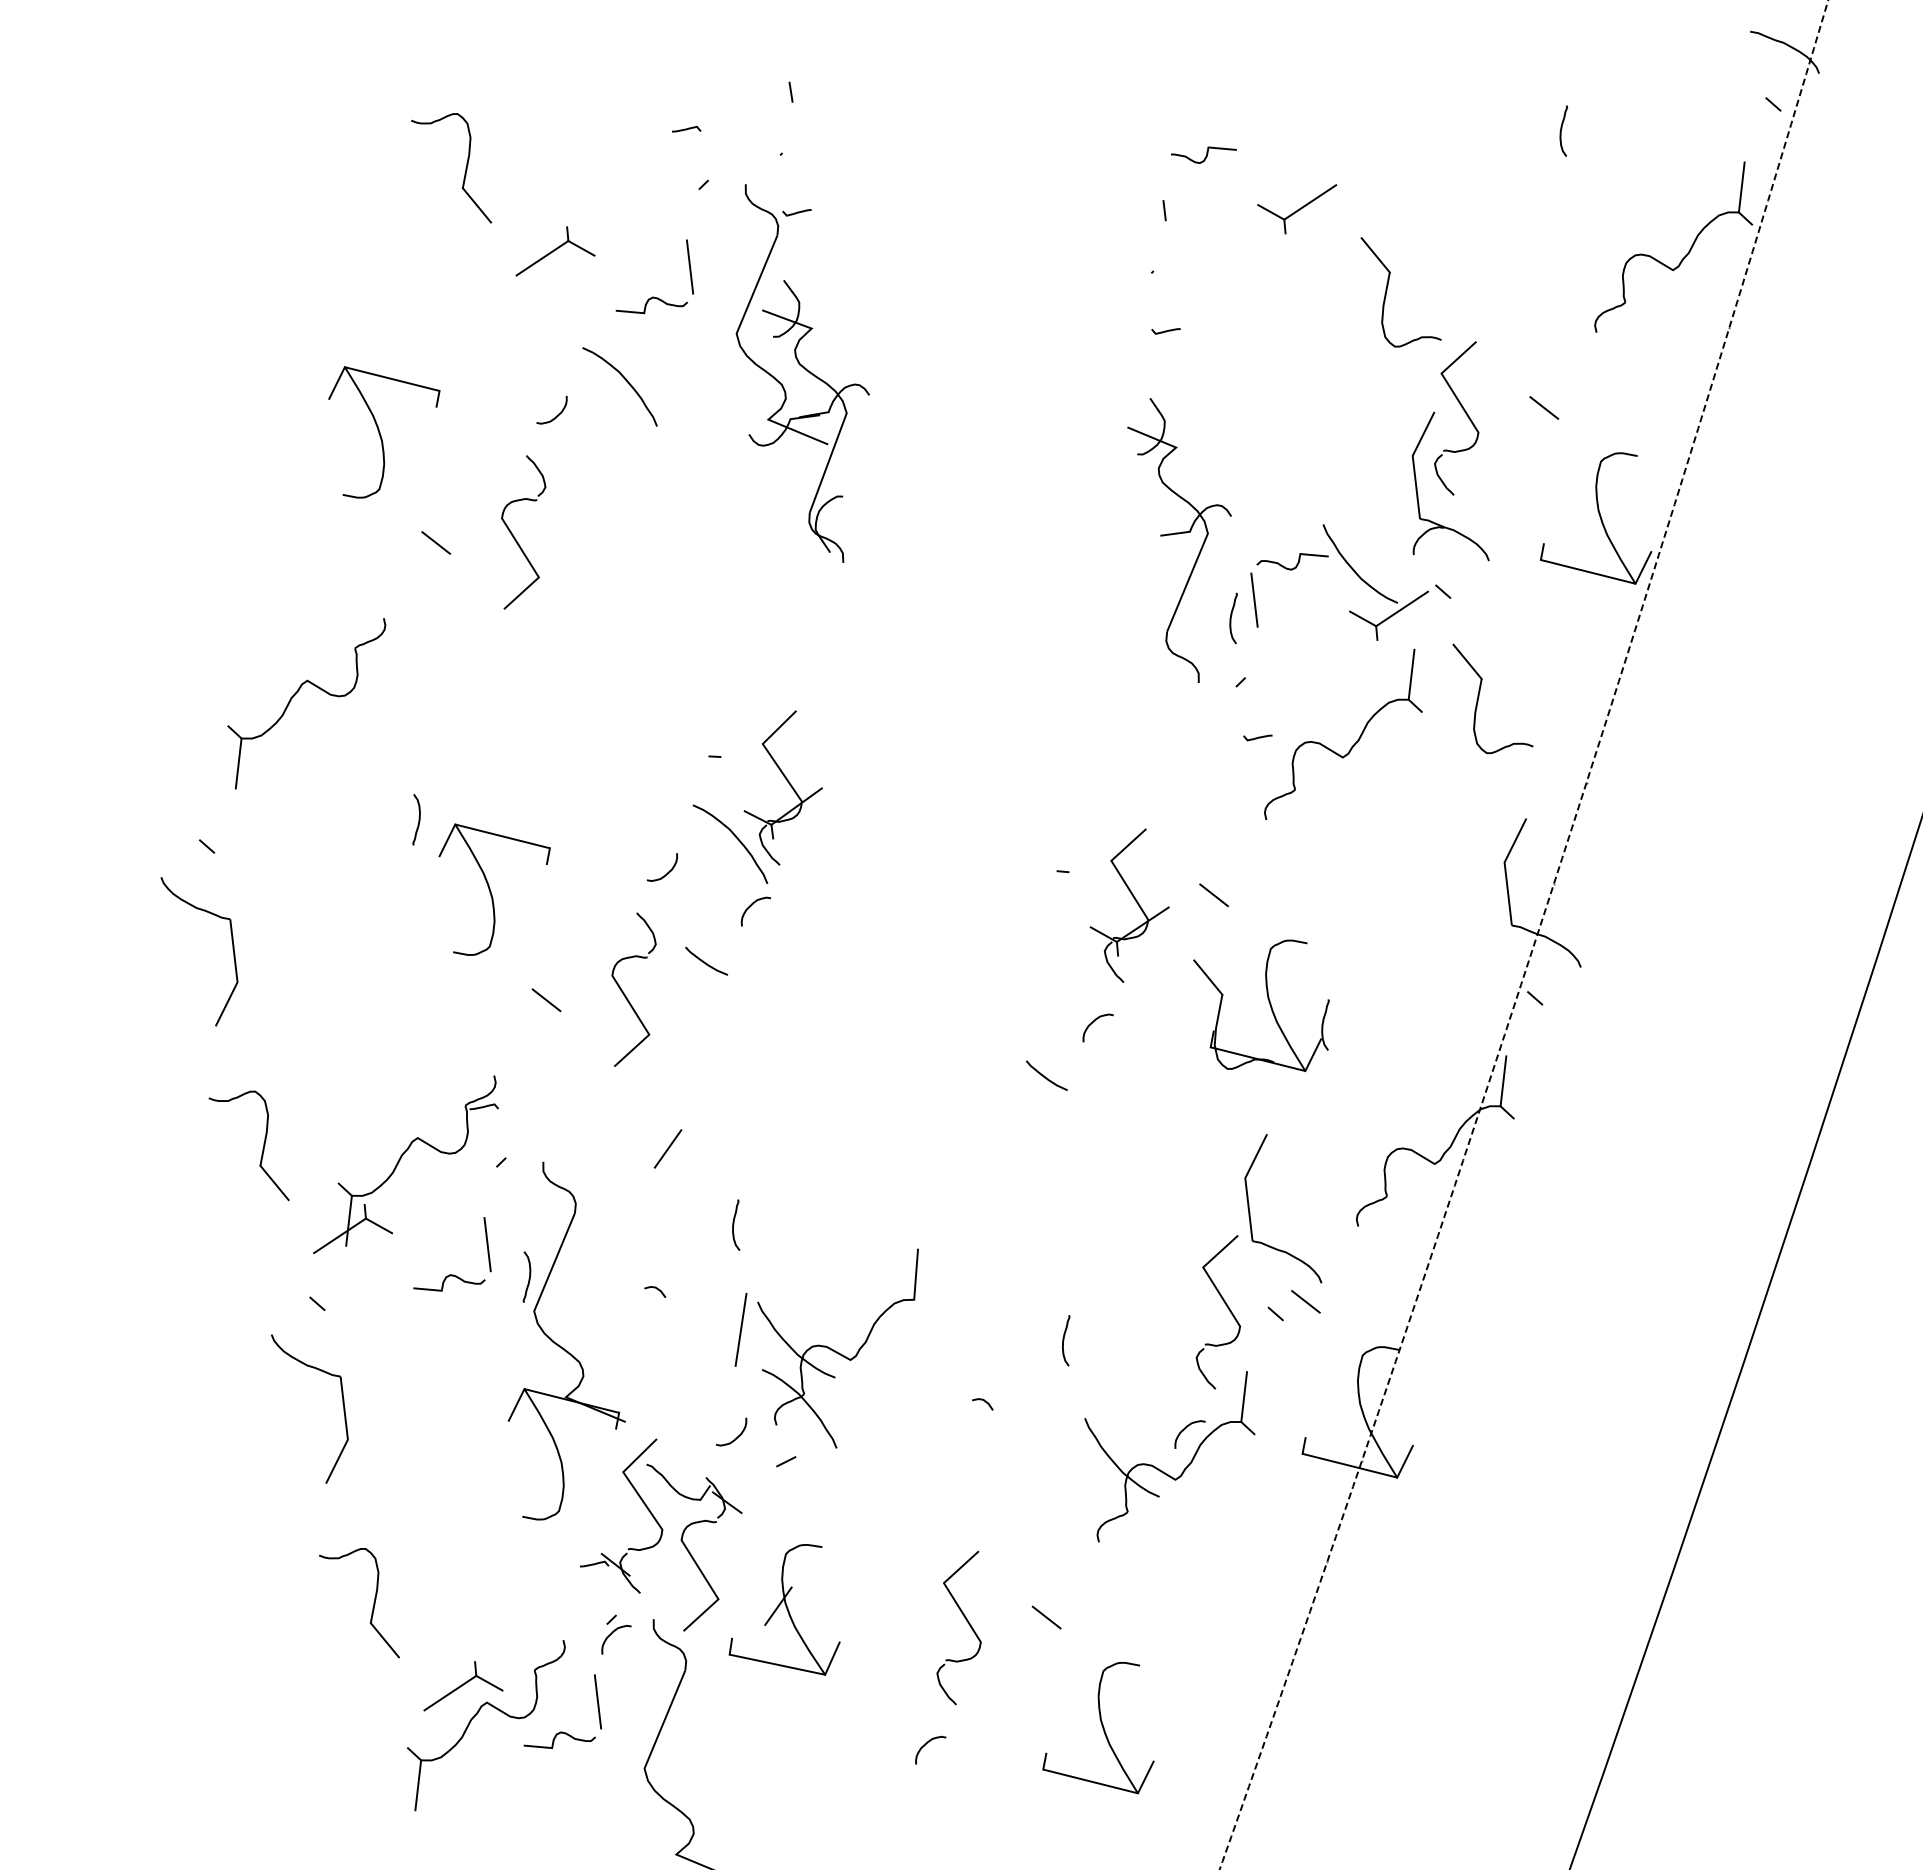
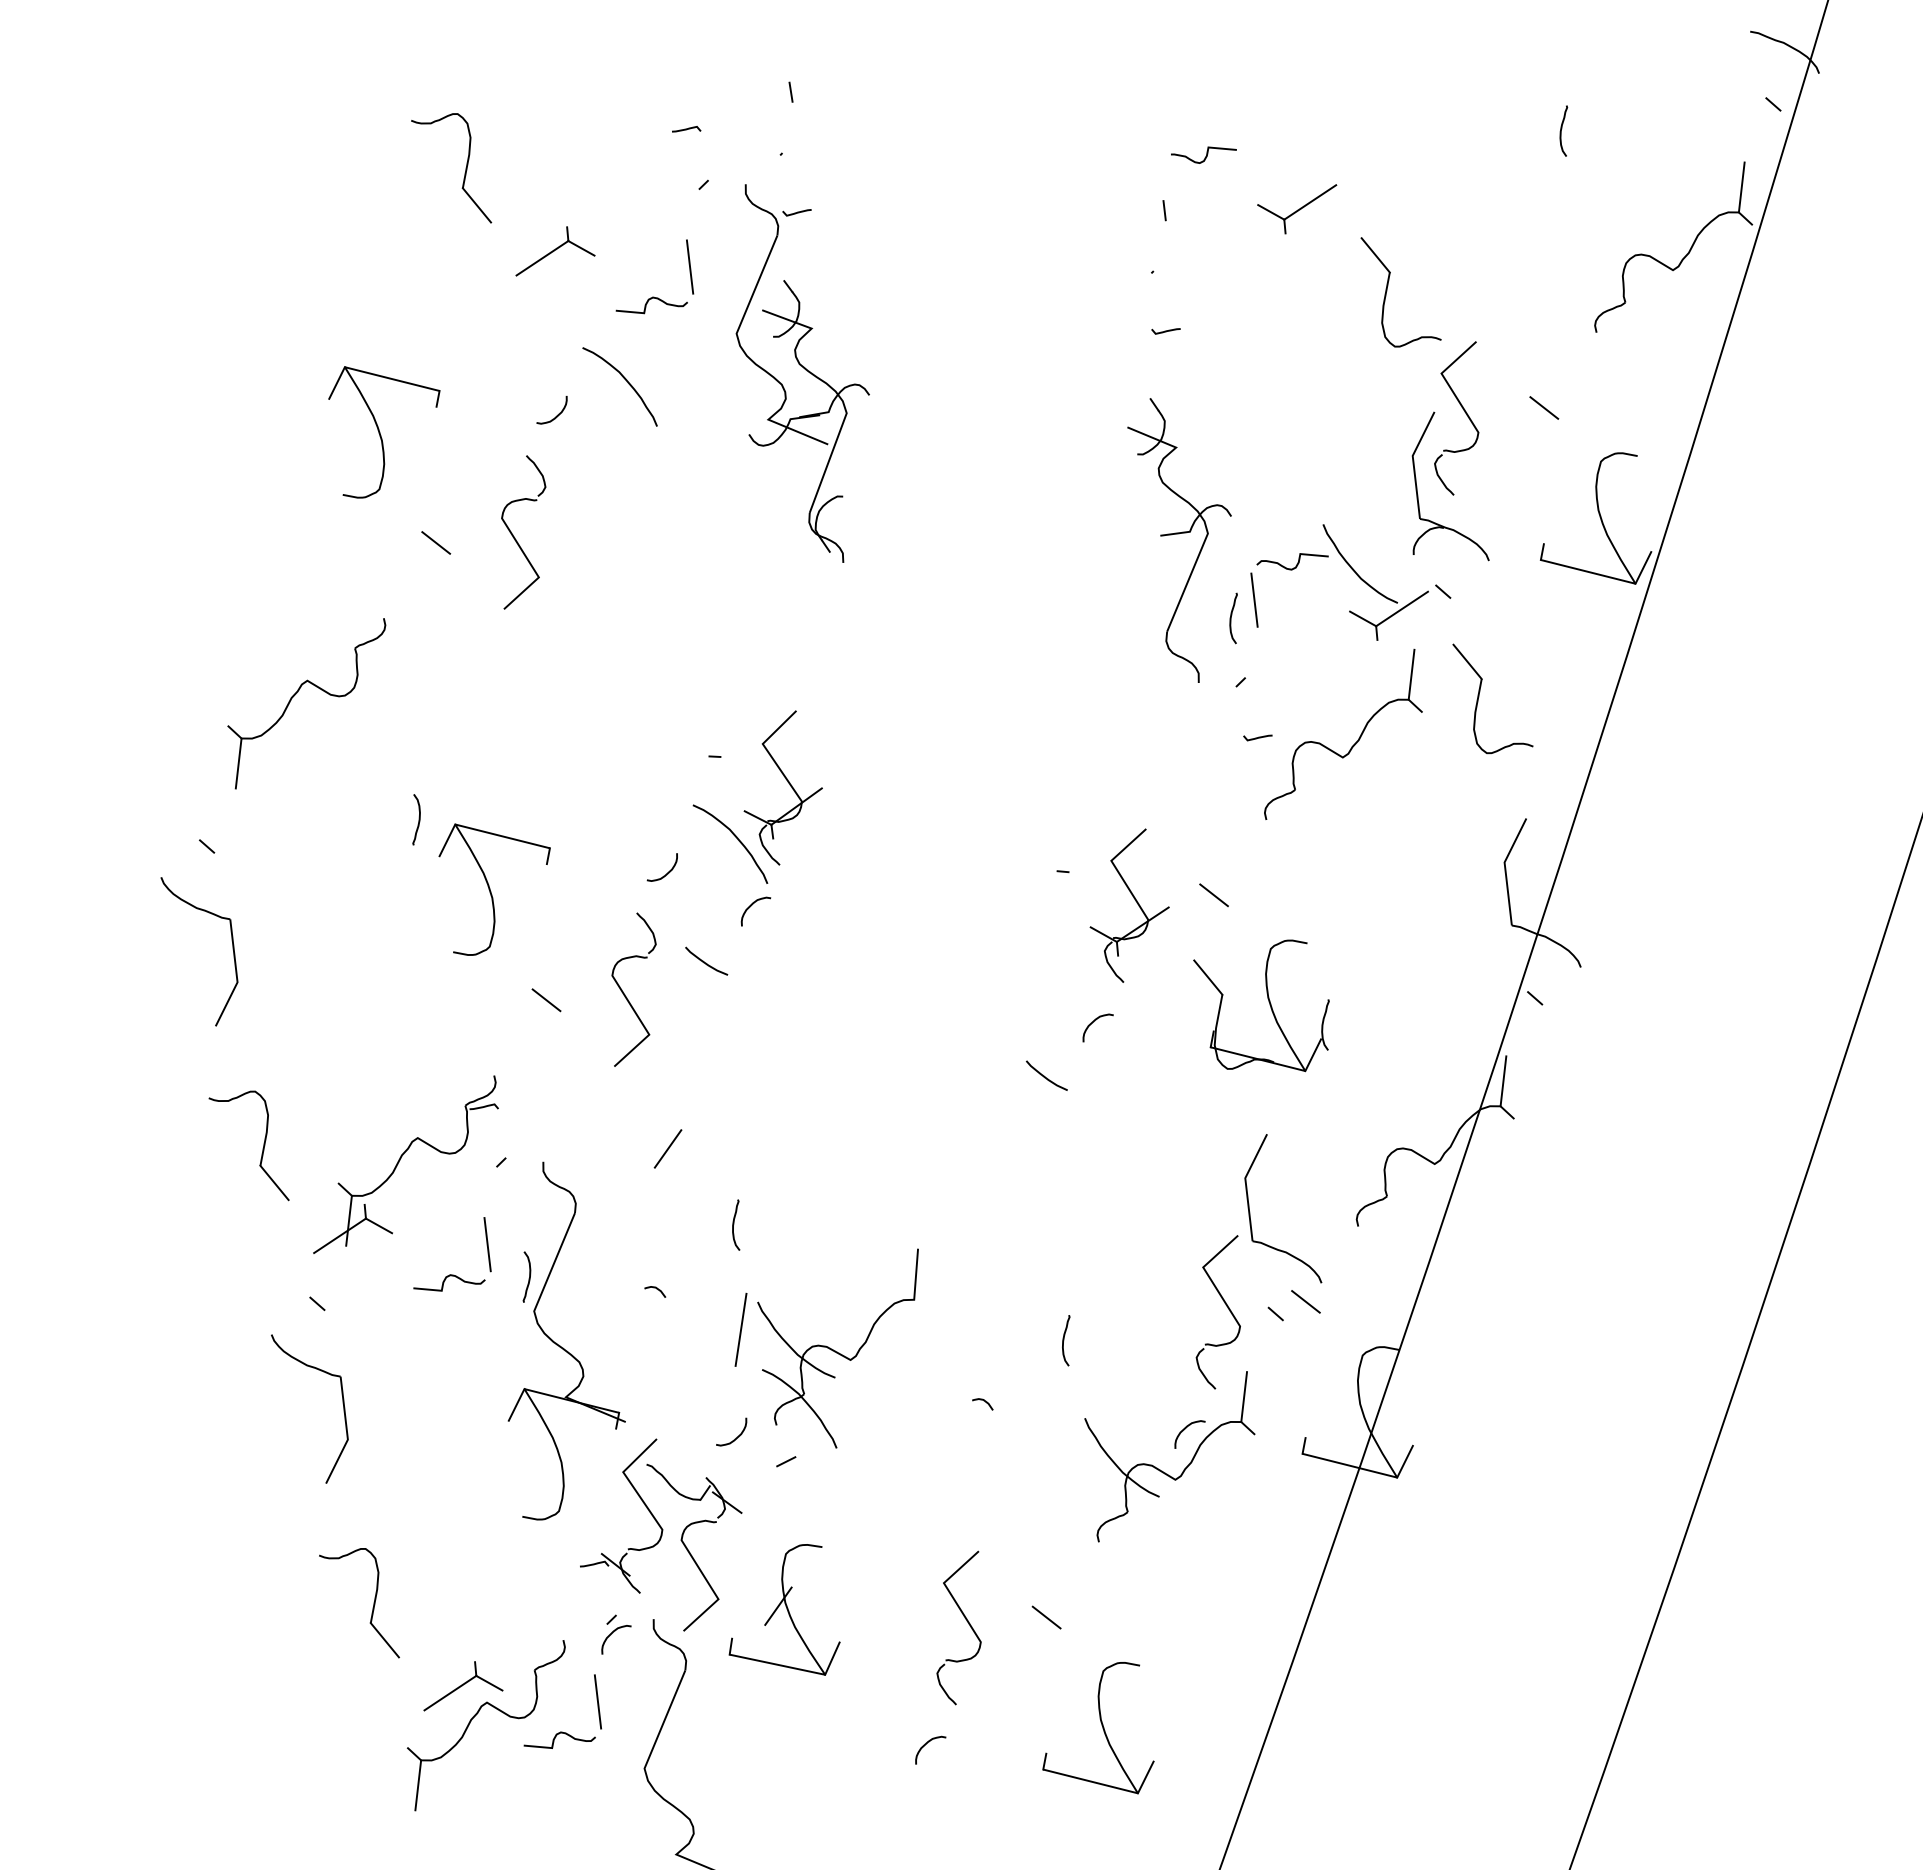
arc at (1536, 936): dashed -> solid
